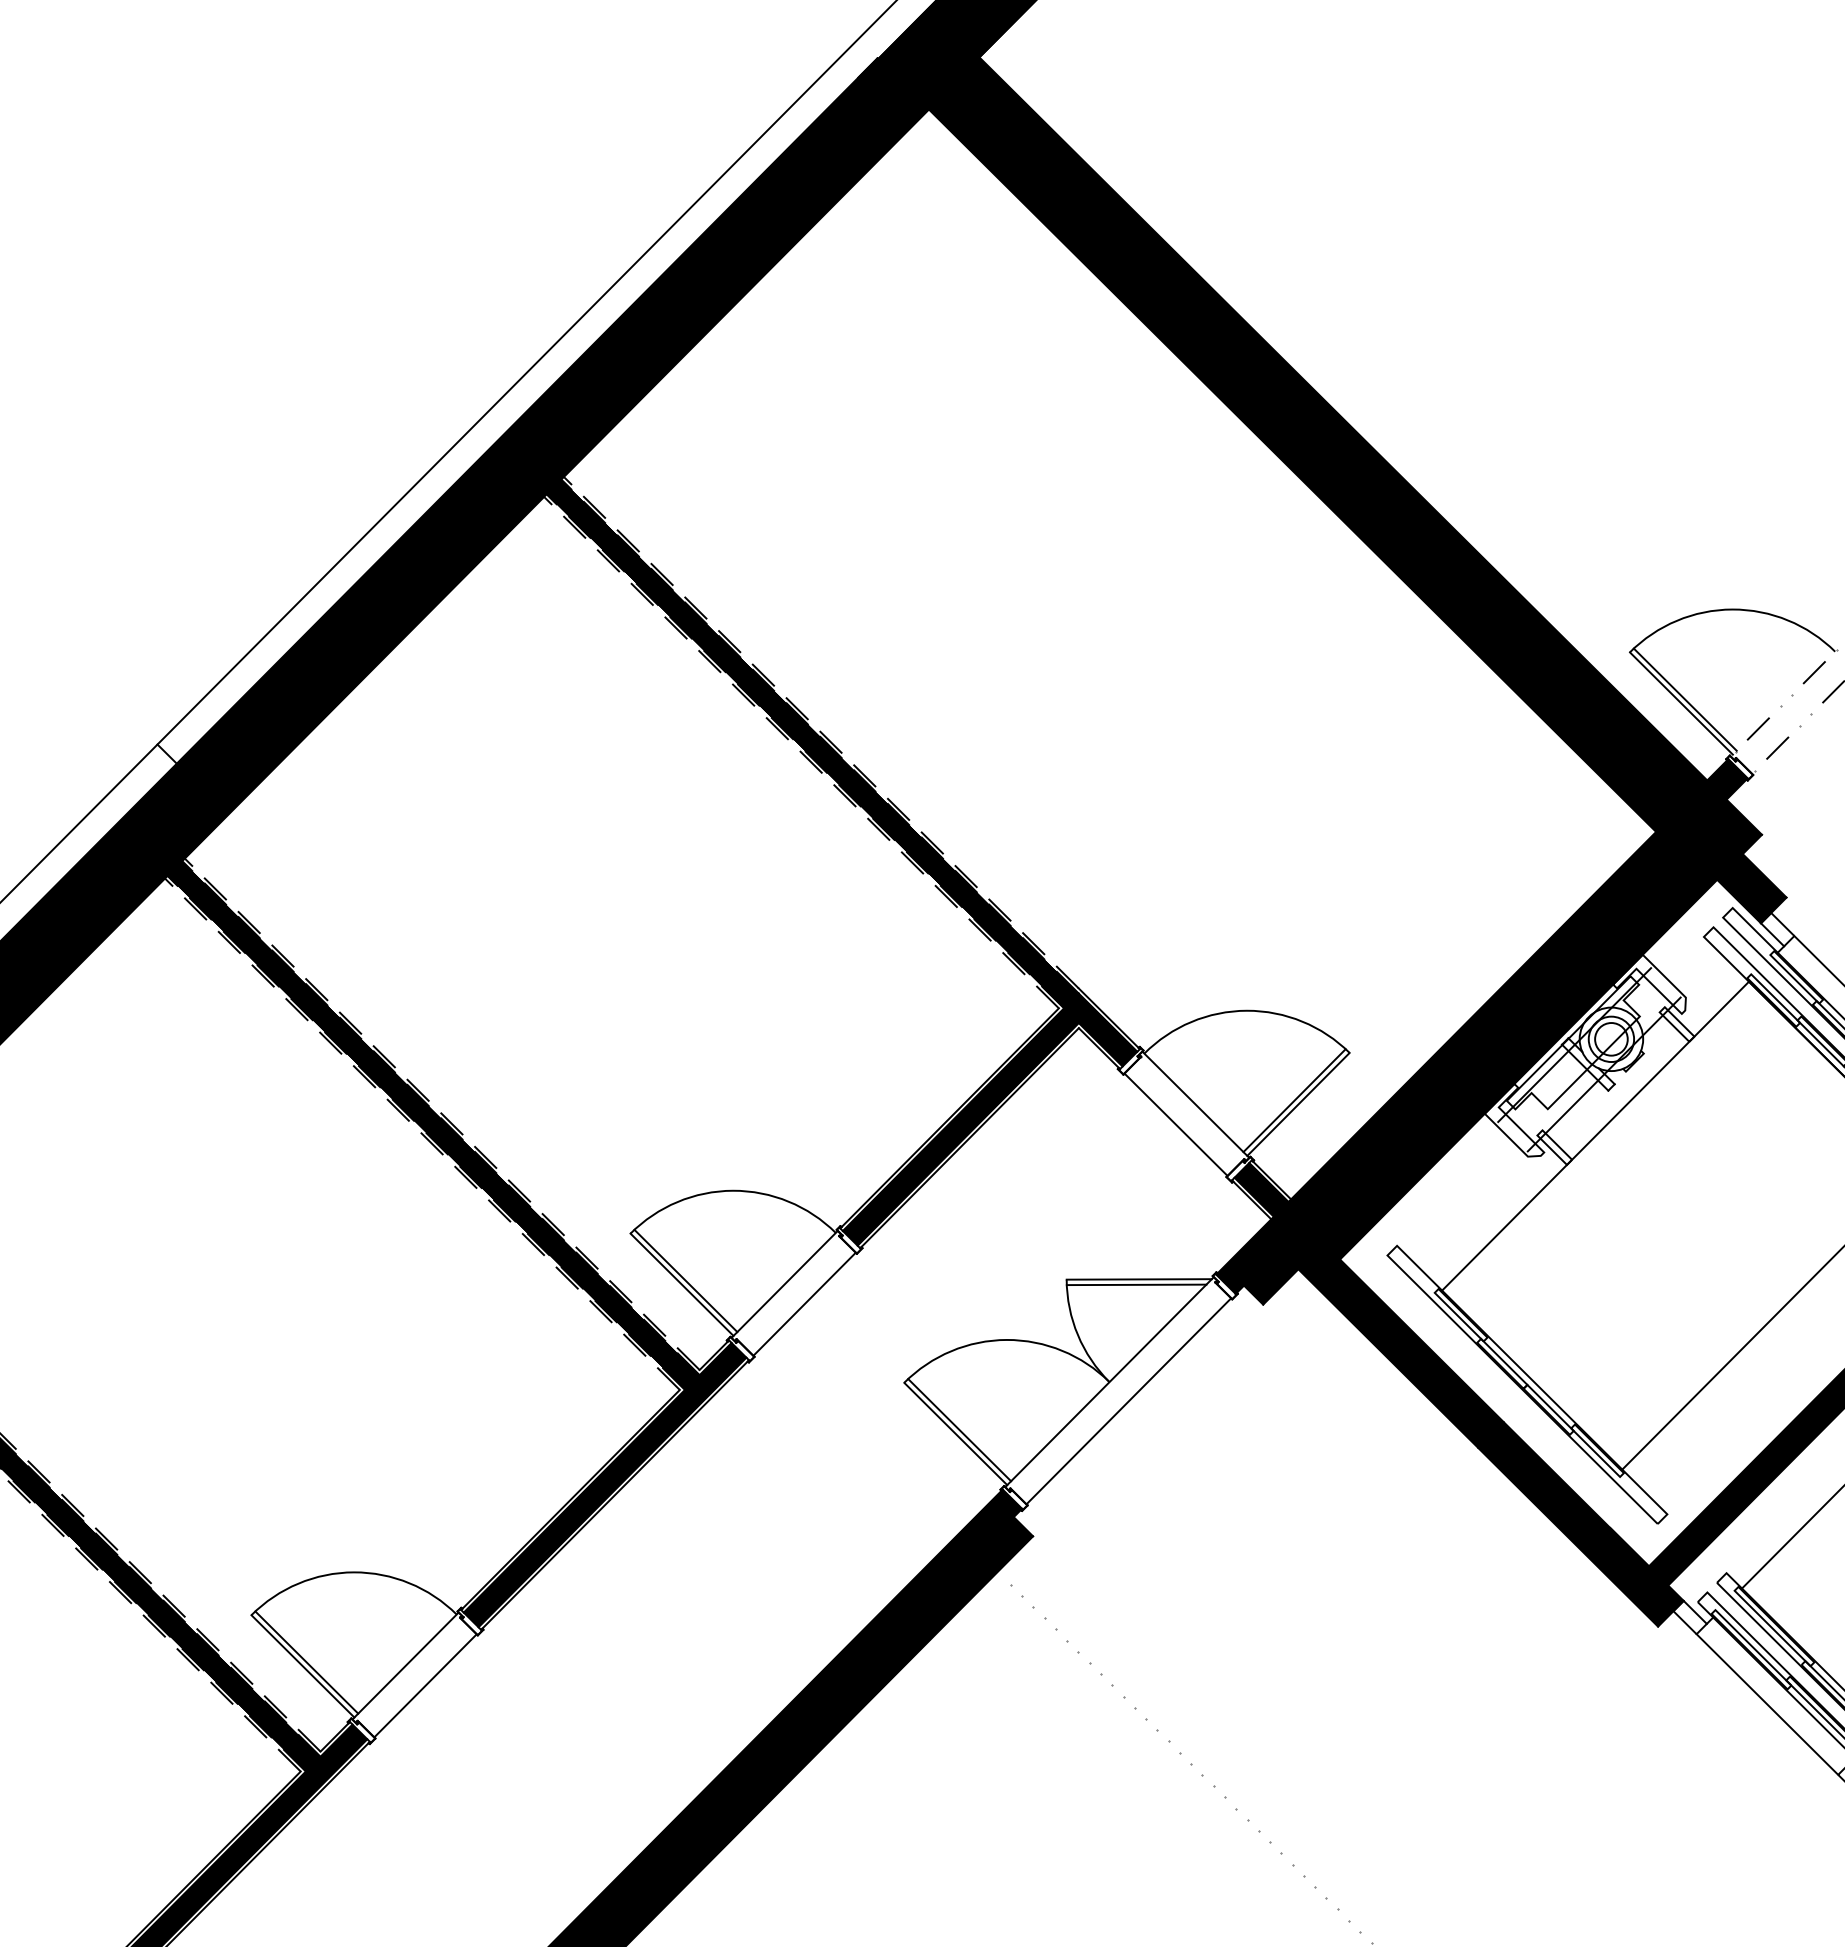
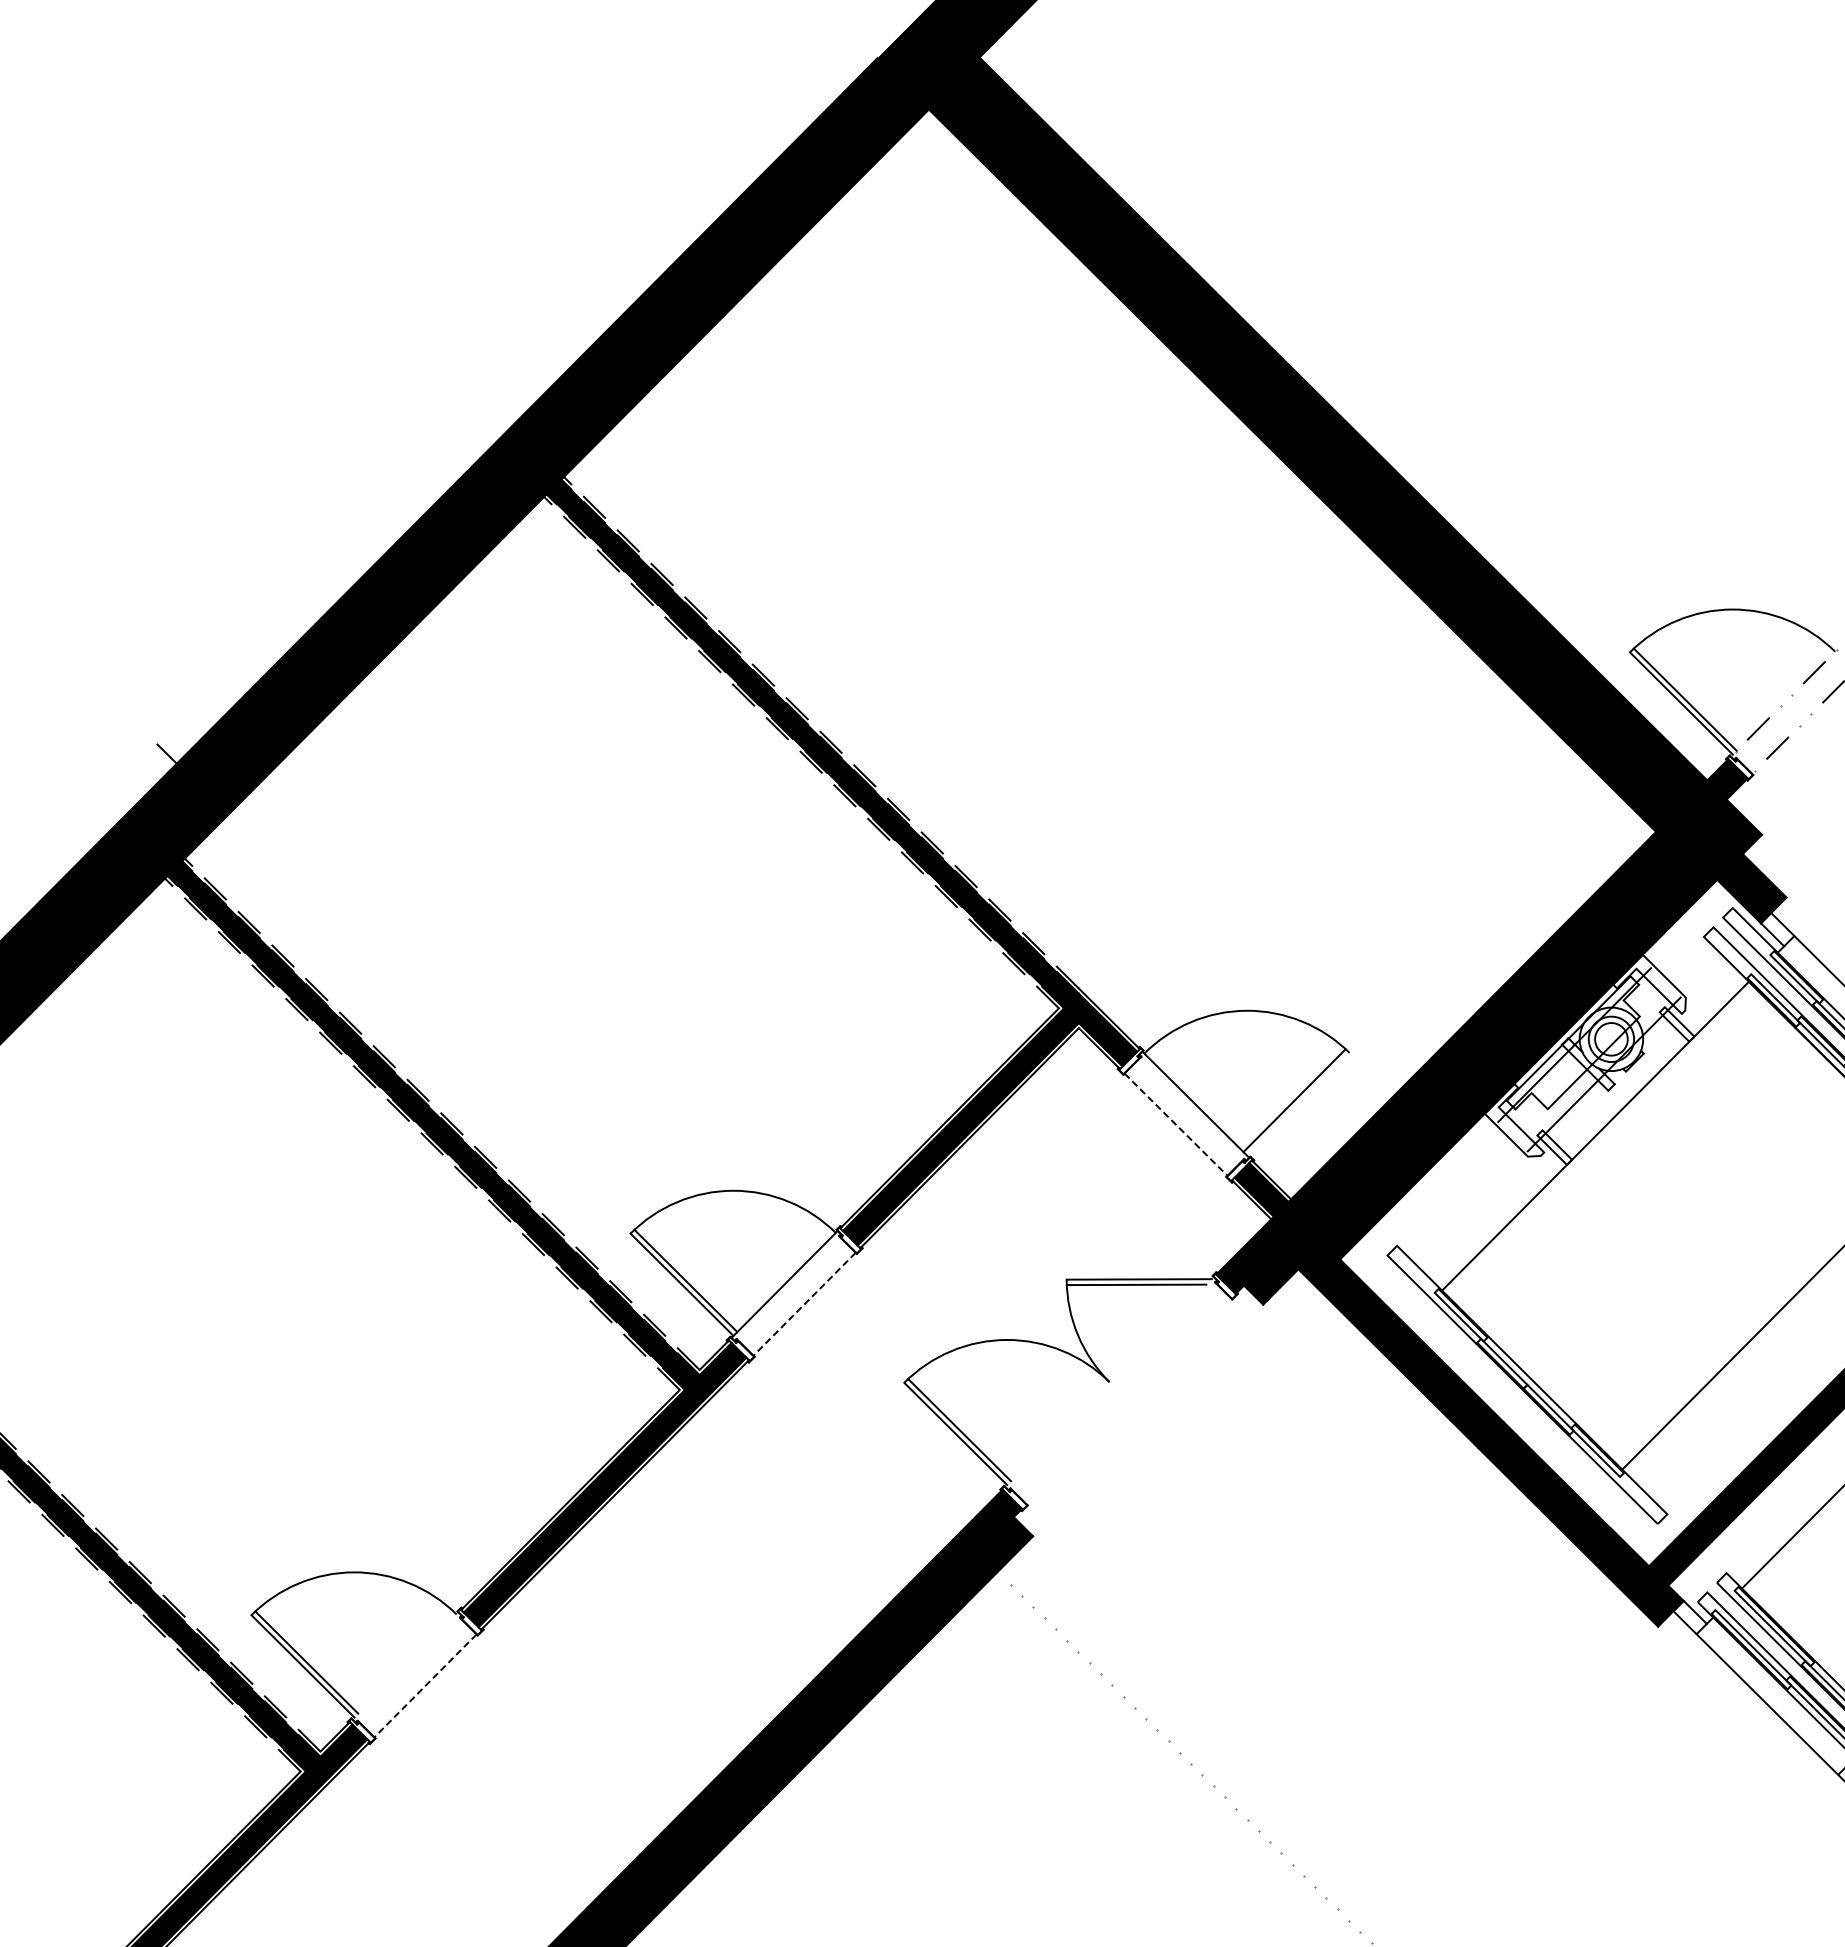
line at (448, 451): present -> none
line at (1298, 1103): present -> none
line at (1176, 1124): solid -> dashed
line at (804, 1304): solid -> dashed
line at (1109, 1382): present -> none
line at (1128, 1401): present -> none
line at (405, 1665): present -> none
line at (425, 1685): solid -> dashed
